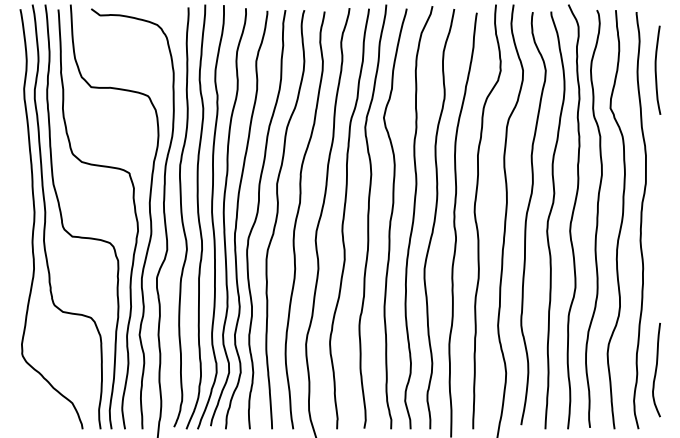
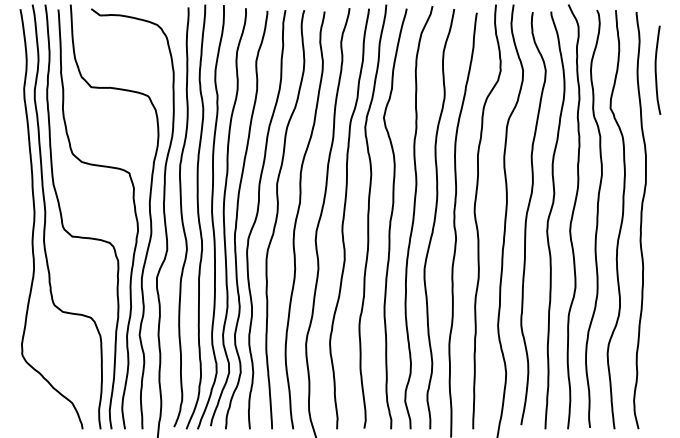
curve at (656, 369): present -> none
